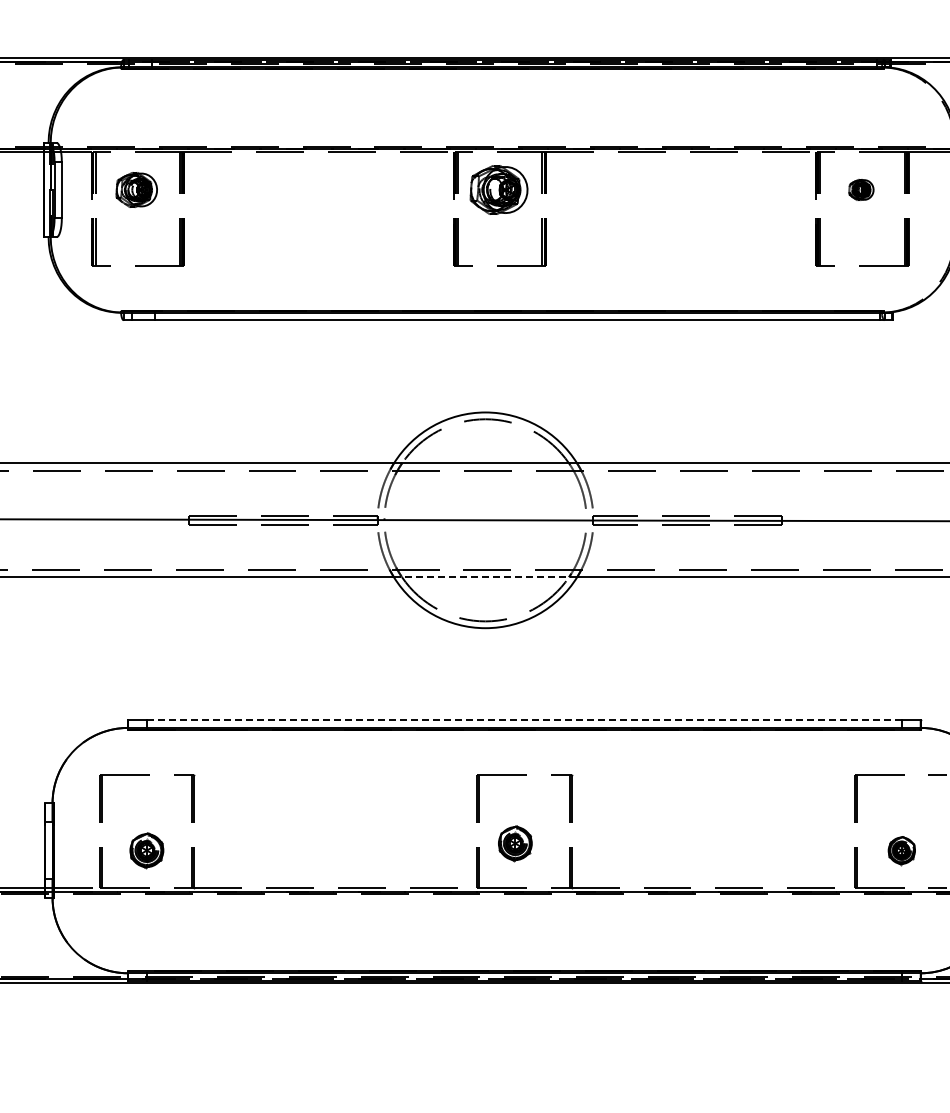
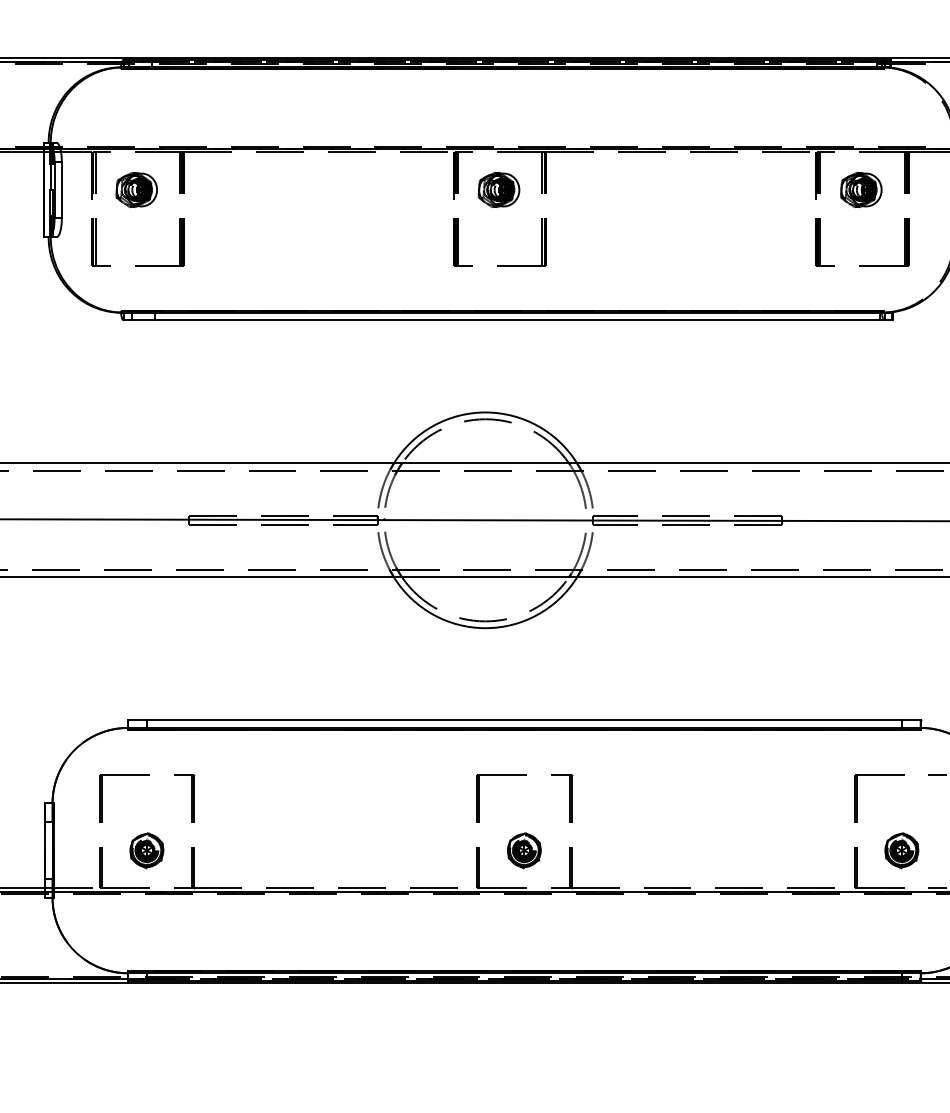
part at (498, 189) size: 60x50 px -> 44x36 px
part at (861, 189) size: 27x22 px -> 43x36 px
line at (485, 577): dashed -> solid
line at (524, 720): dashed -> solid
part at (515, 843) position: (515, 843) -> (524, 850)
part at (901, 851) size: 29x31 px -> 36x38 px
